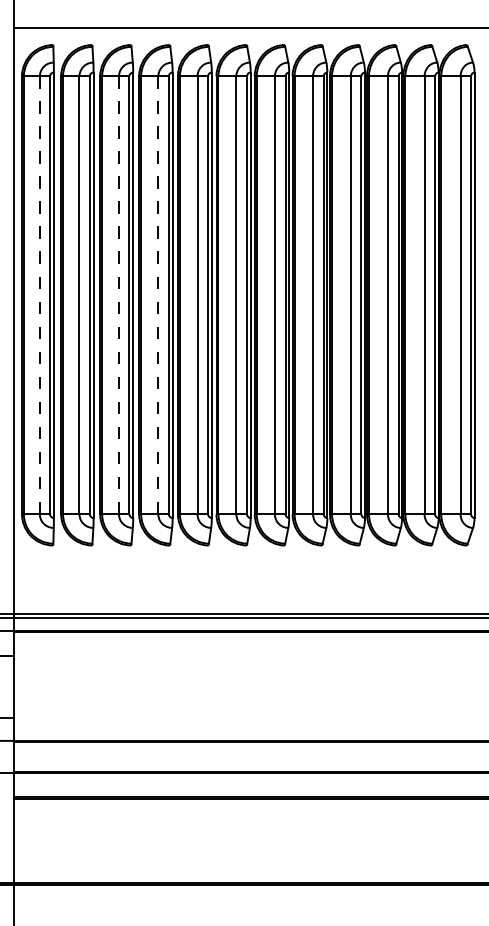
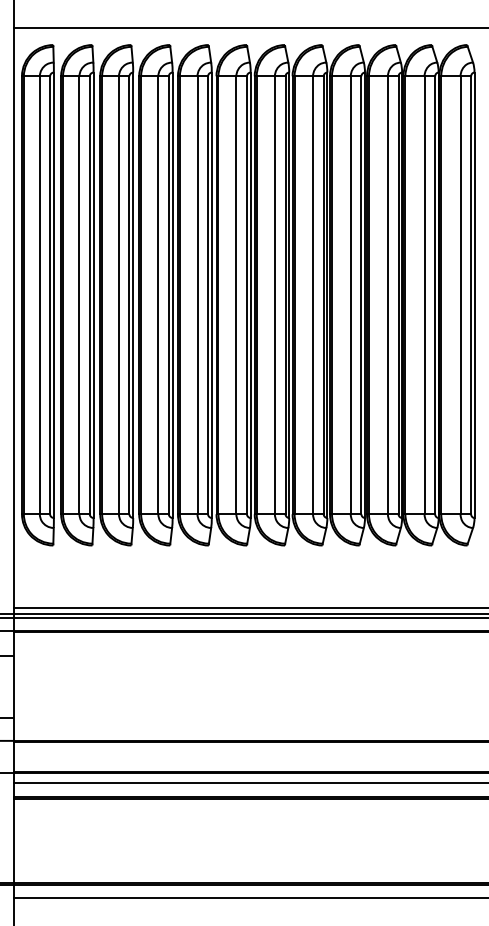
line at (39, 295): dashed -> solid
line at (118, 295): dashed -> solid
line at (158, 295): dashed -> solid
line at (249, 608): none -> present
line at (249, 783): none -> present
line at (249, 898): none -> present
